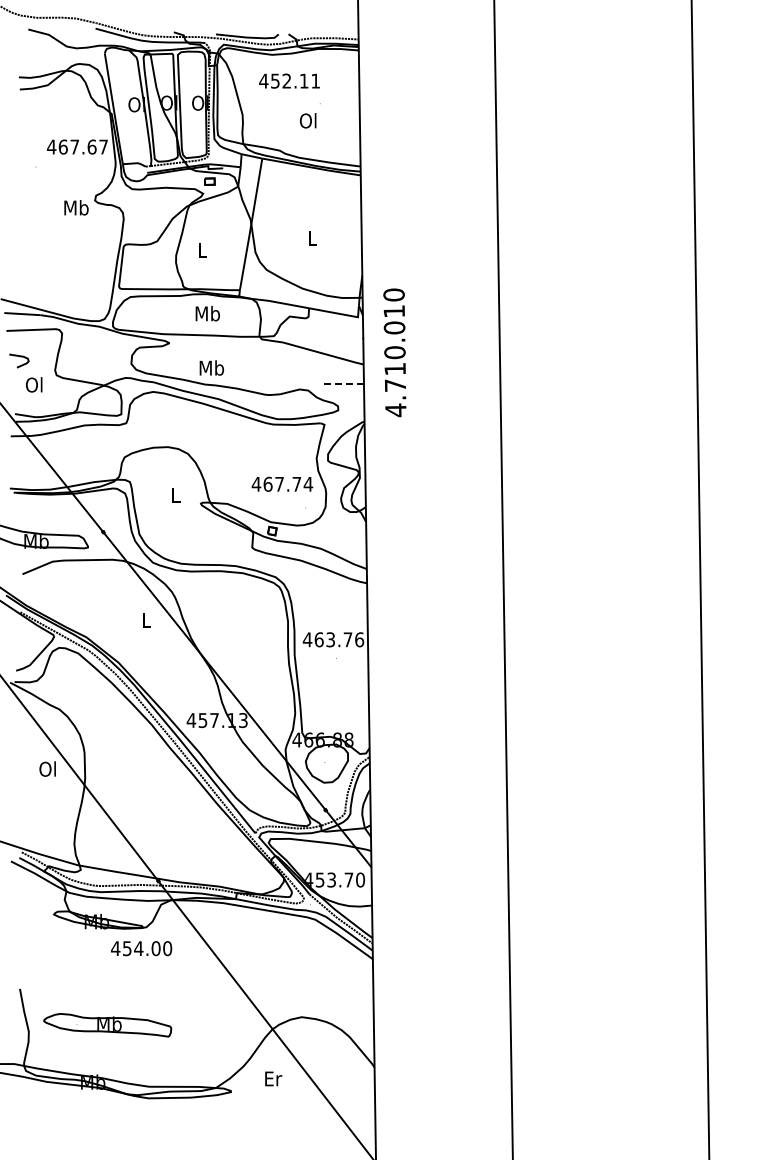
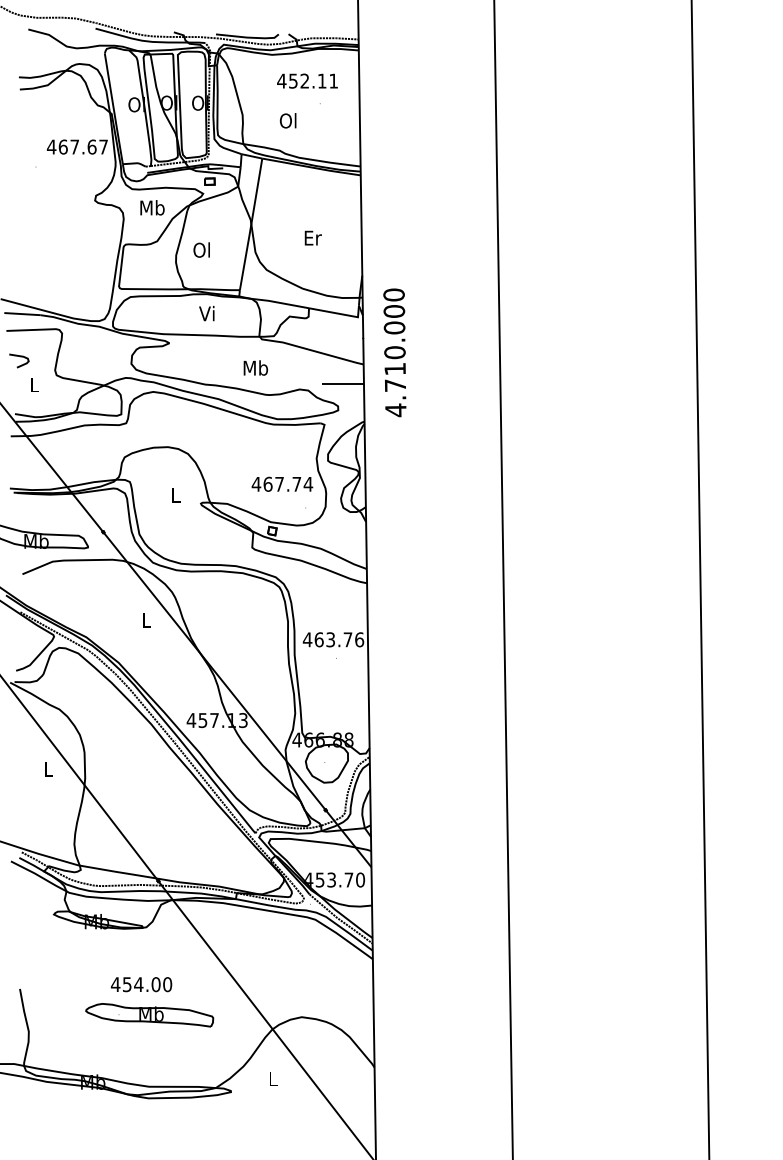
text at (289, 80) position: (289, 80) -> (307, 80)
text at (307, 120) position: (307, 120) -> (287, 120)
text at (76, 207) position: (76, 207) -> (152, 207)
text at (312, 237): L -> Er
text at (201, 249): L -> Ol
text at (394, 311): 4.710.010 -> 4.710.000
text at (207, 313): Mb -> Vi
text at (211, 367) position: (211, 367) -> (255, 367)
line at (342, 383): dashed -> solid
text at (33, 384): Ol -> L
text at (47, 768): Ol -> L
text at (141, 948) position: (141, 948) -> (141, 984)
part at (107, 1025) position: (107, 1025) -> (149, 1015)
text at (273, 1078): Er -> L
